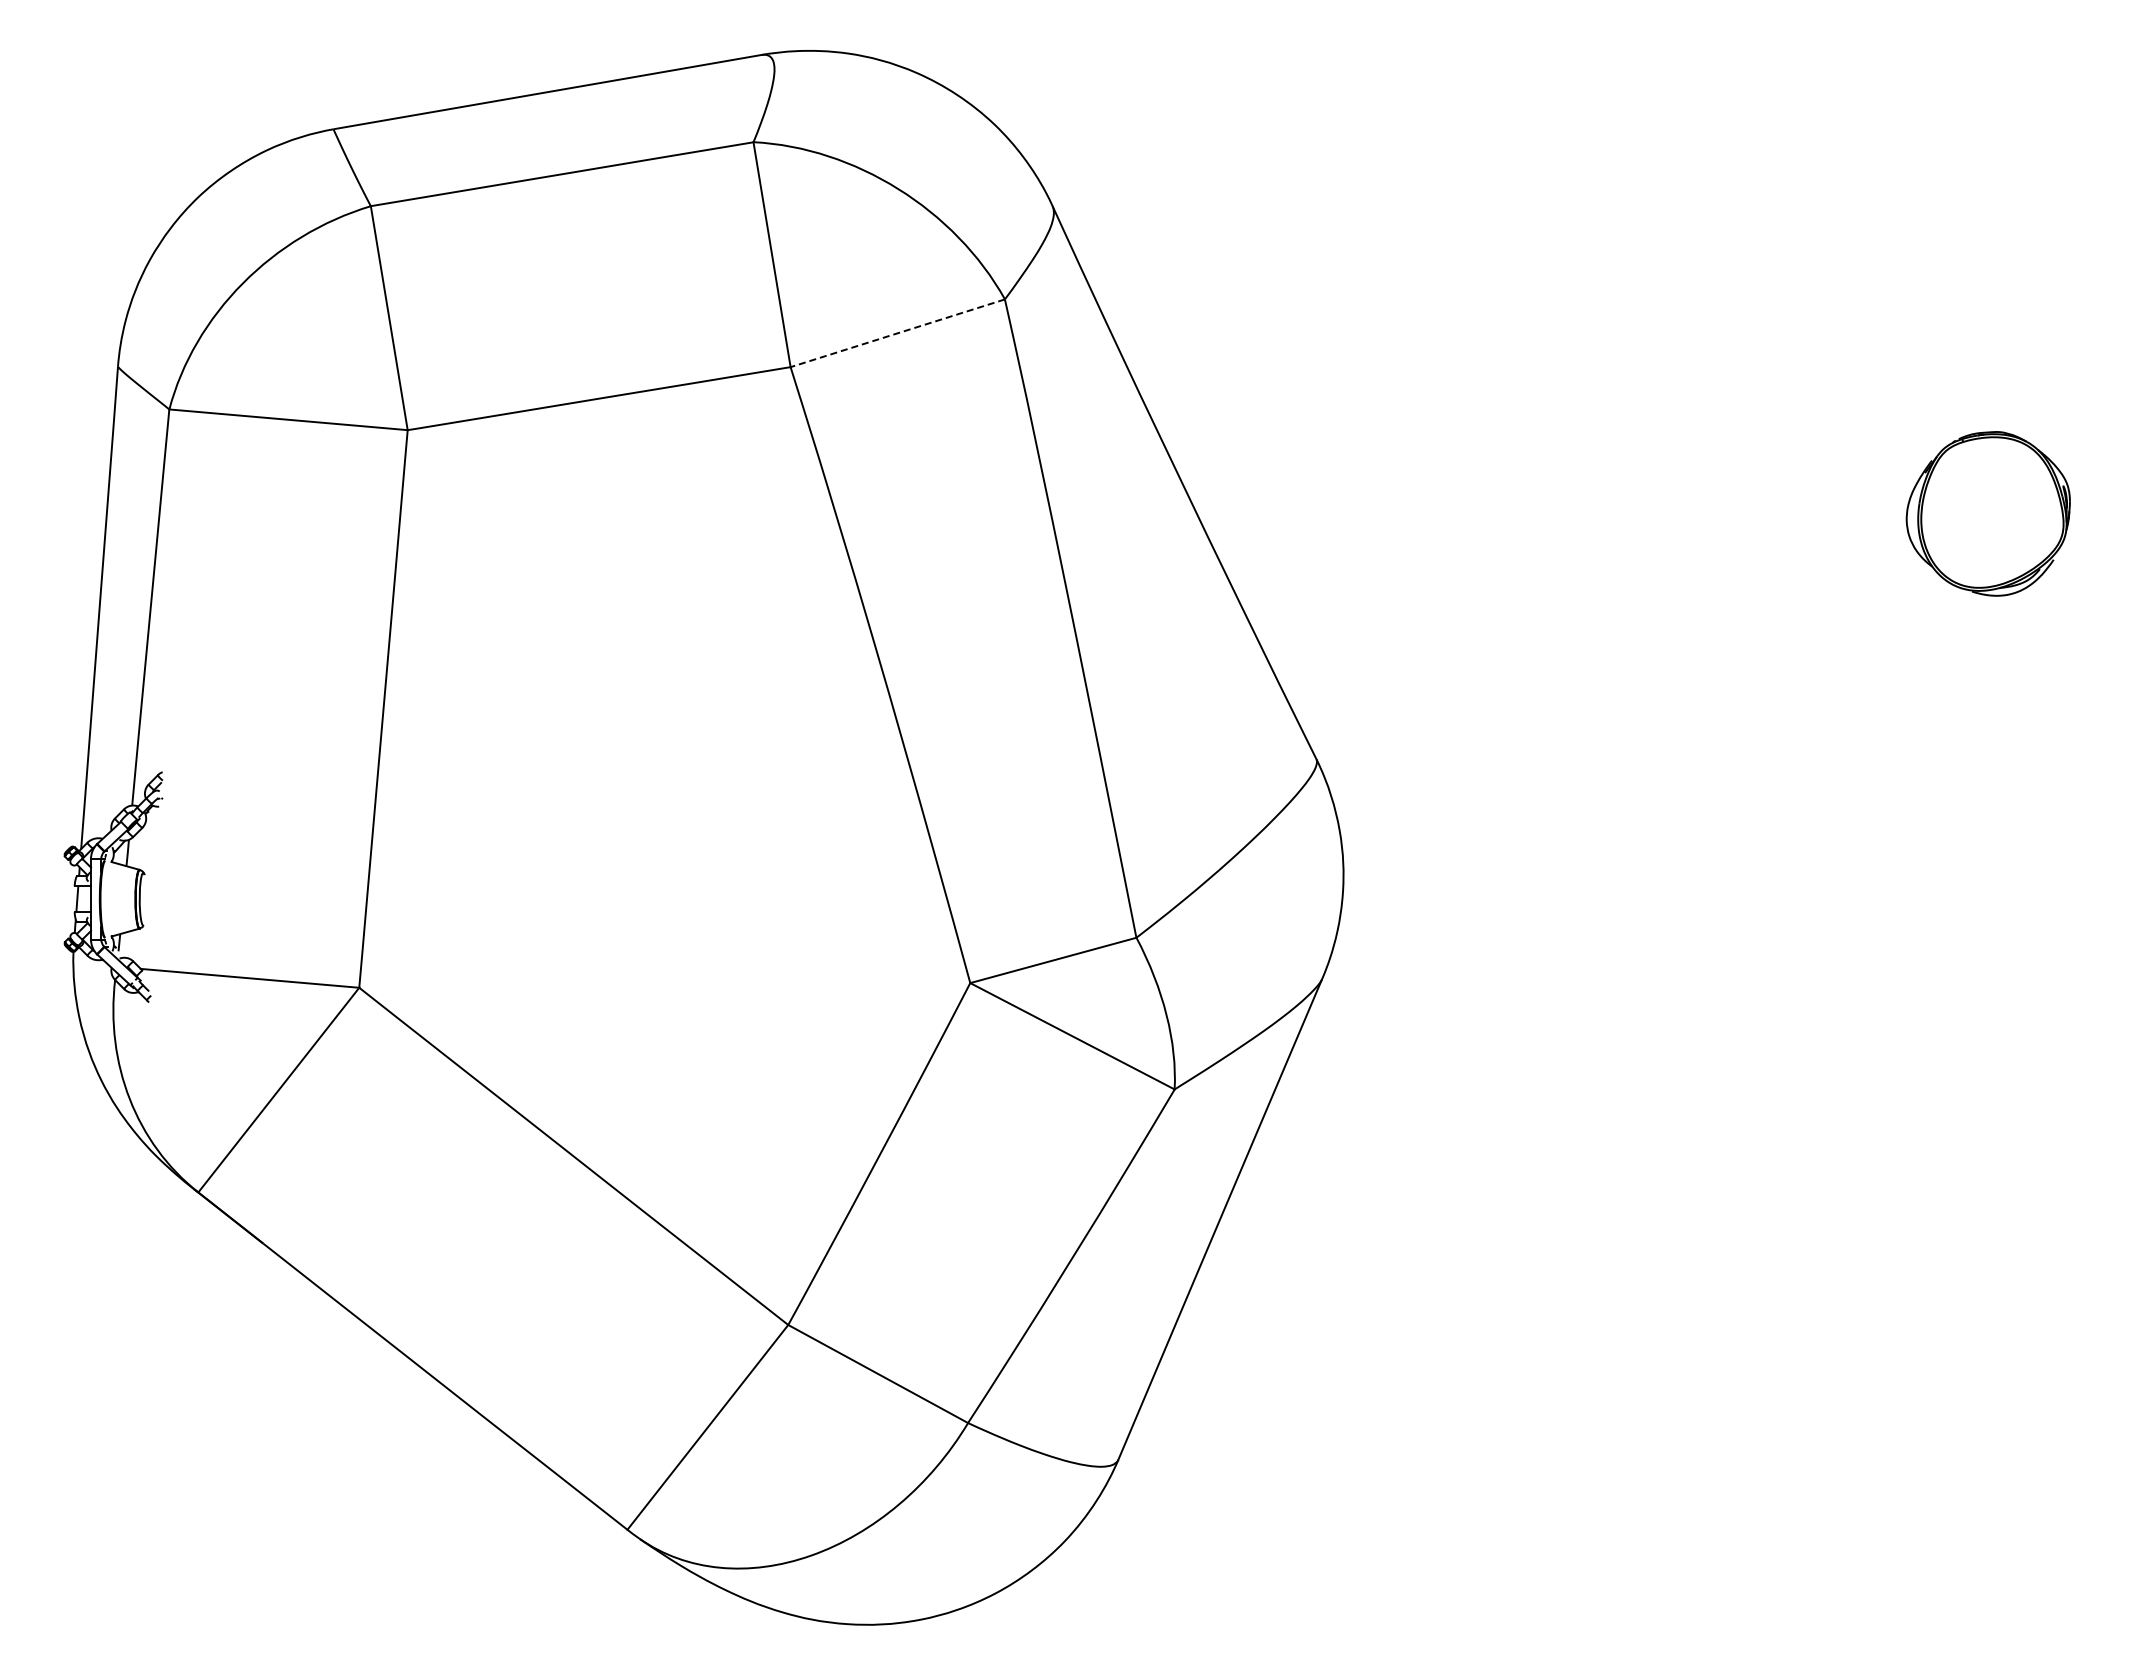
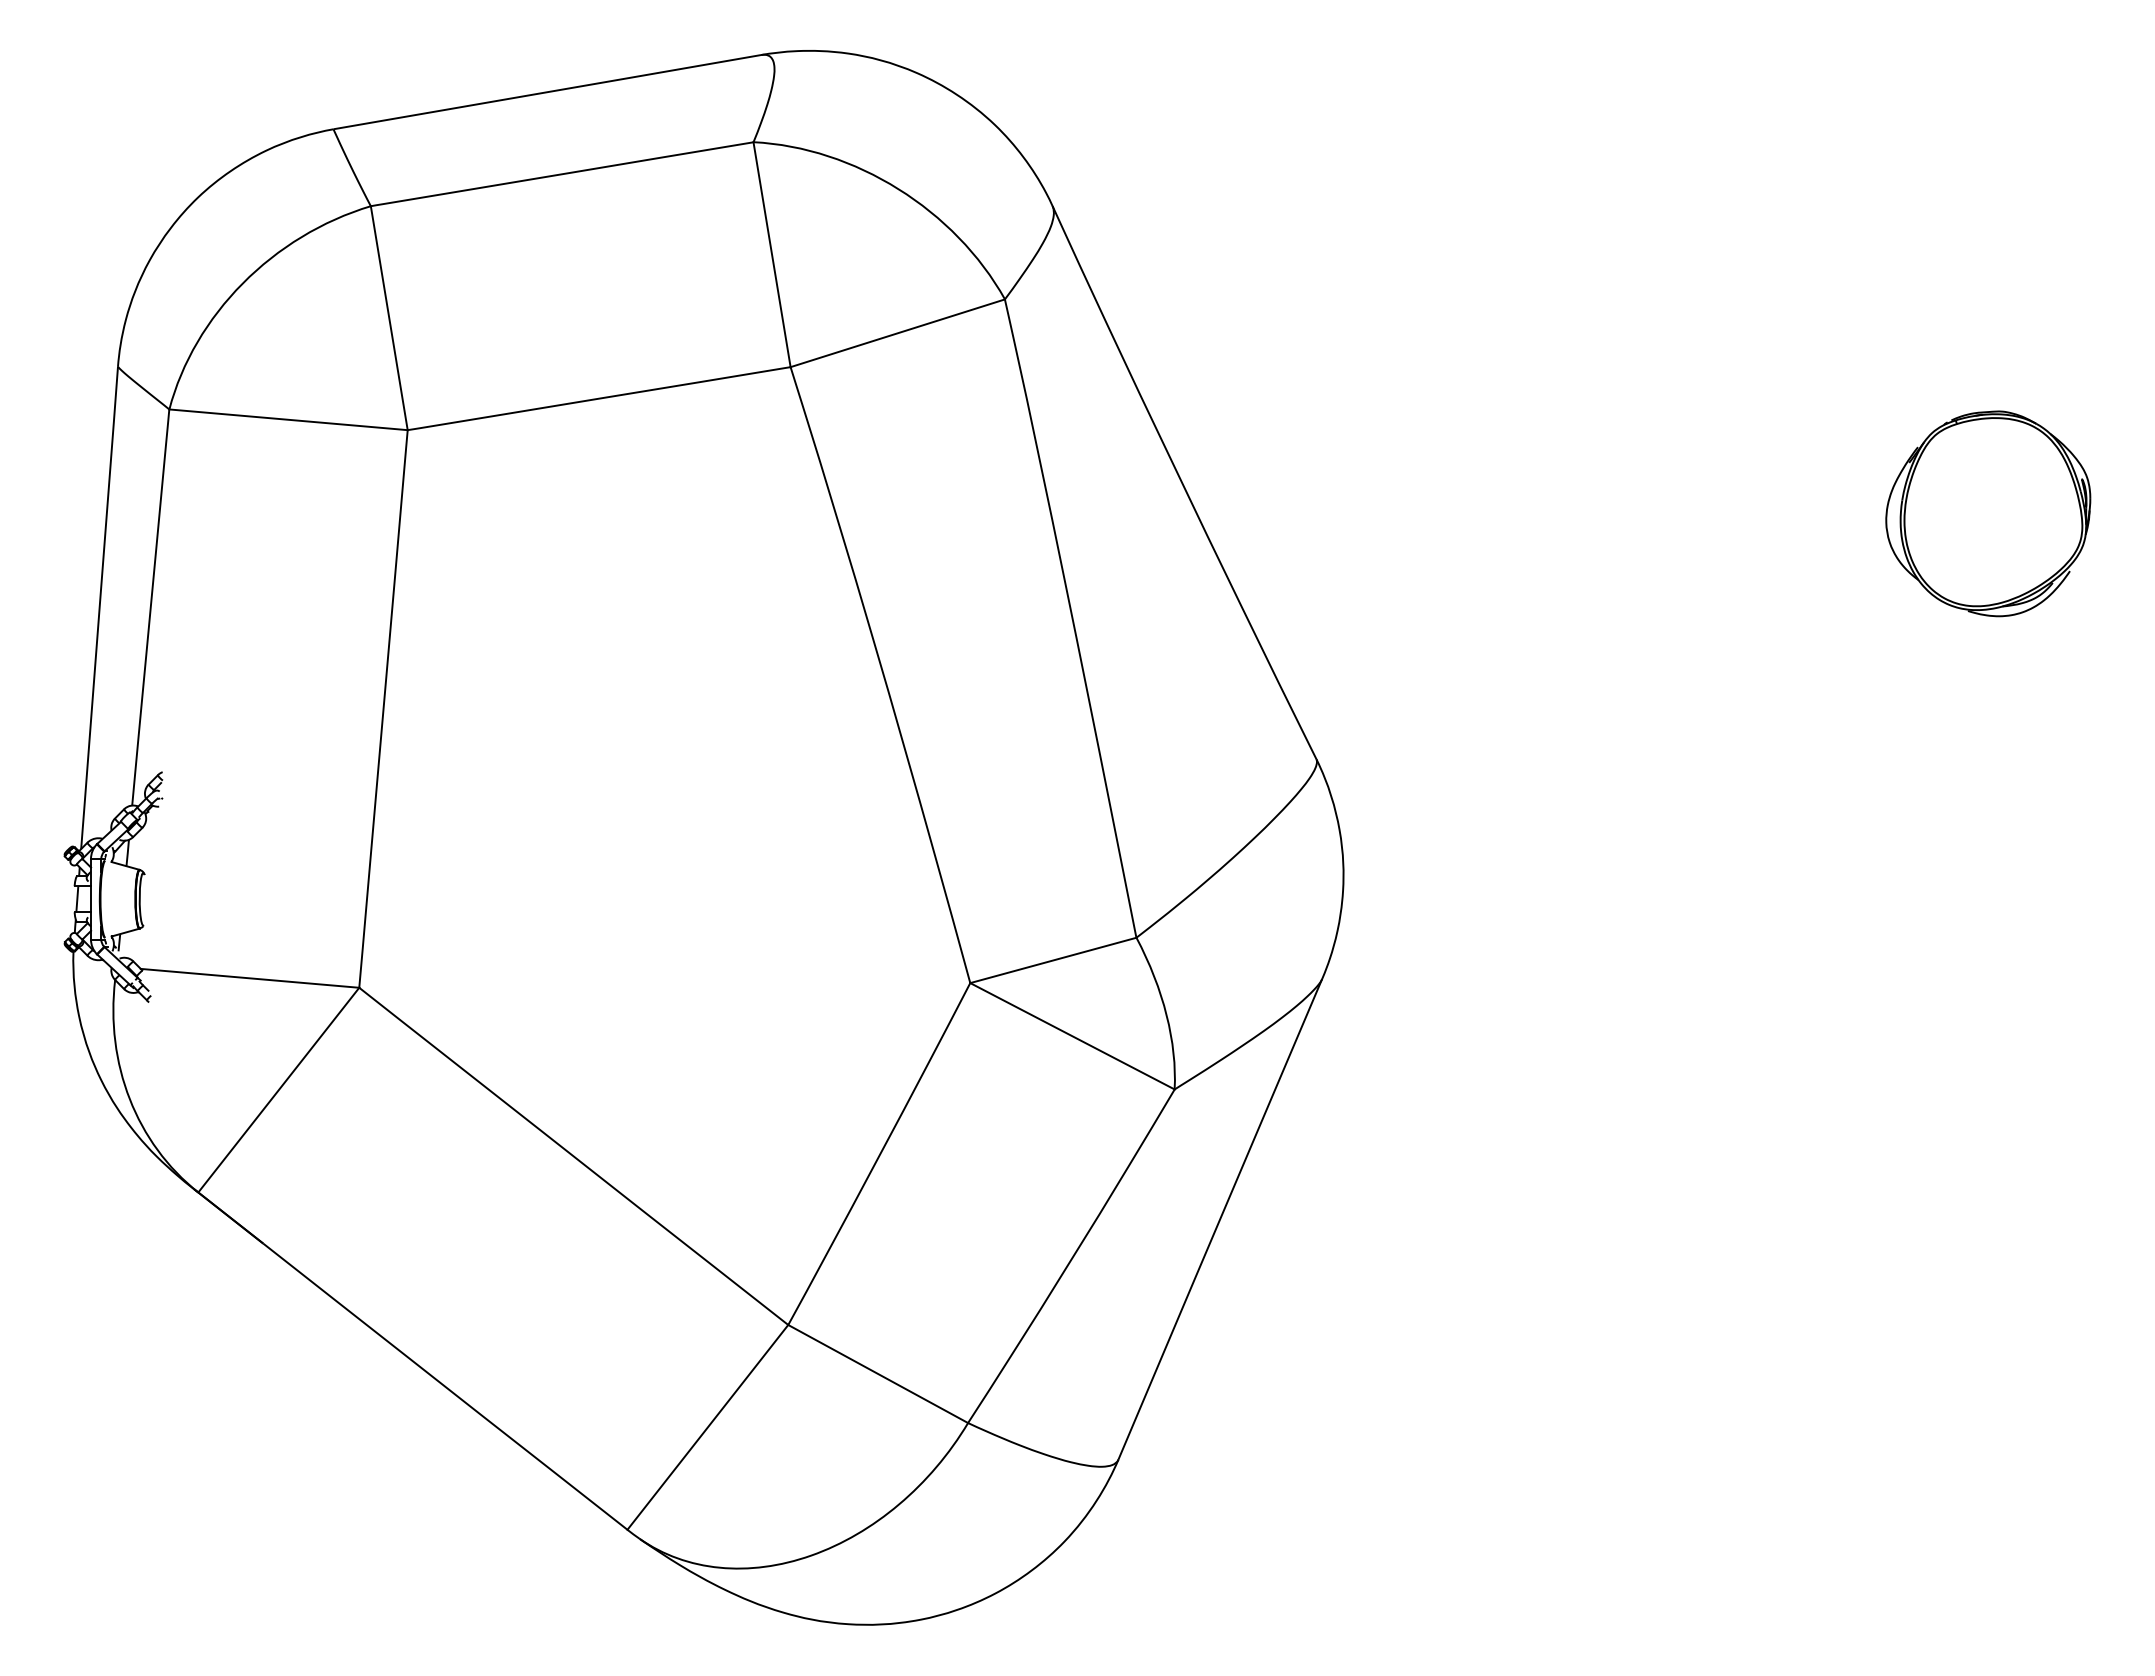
line at (897, 333): dashed -> solid
part at (1987, 513) size: 166x166 px -> 207x208 px
